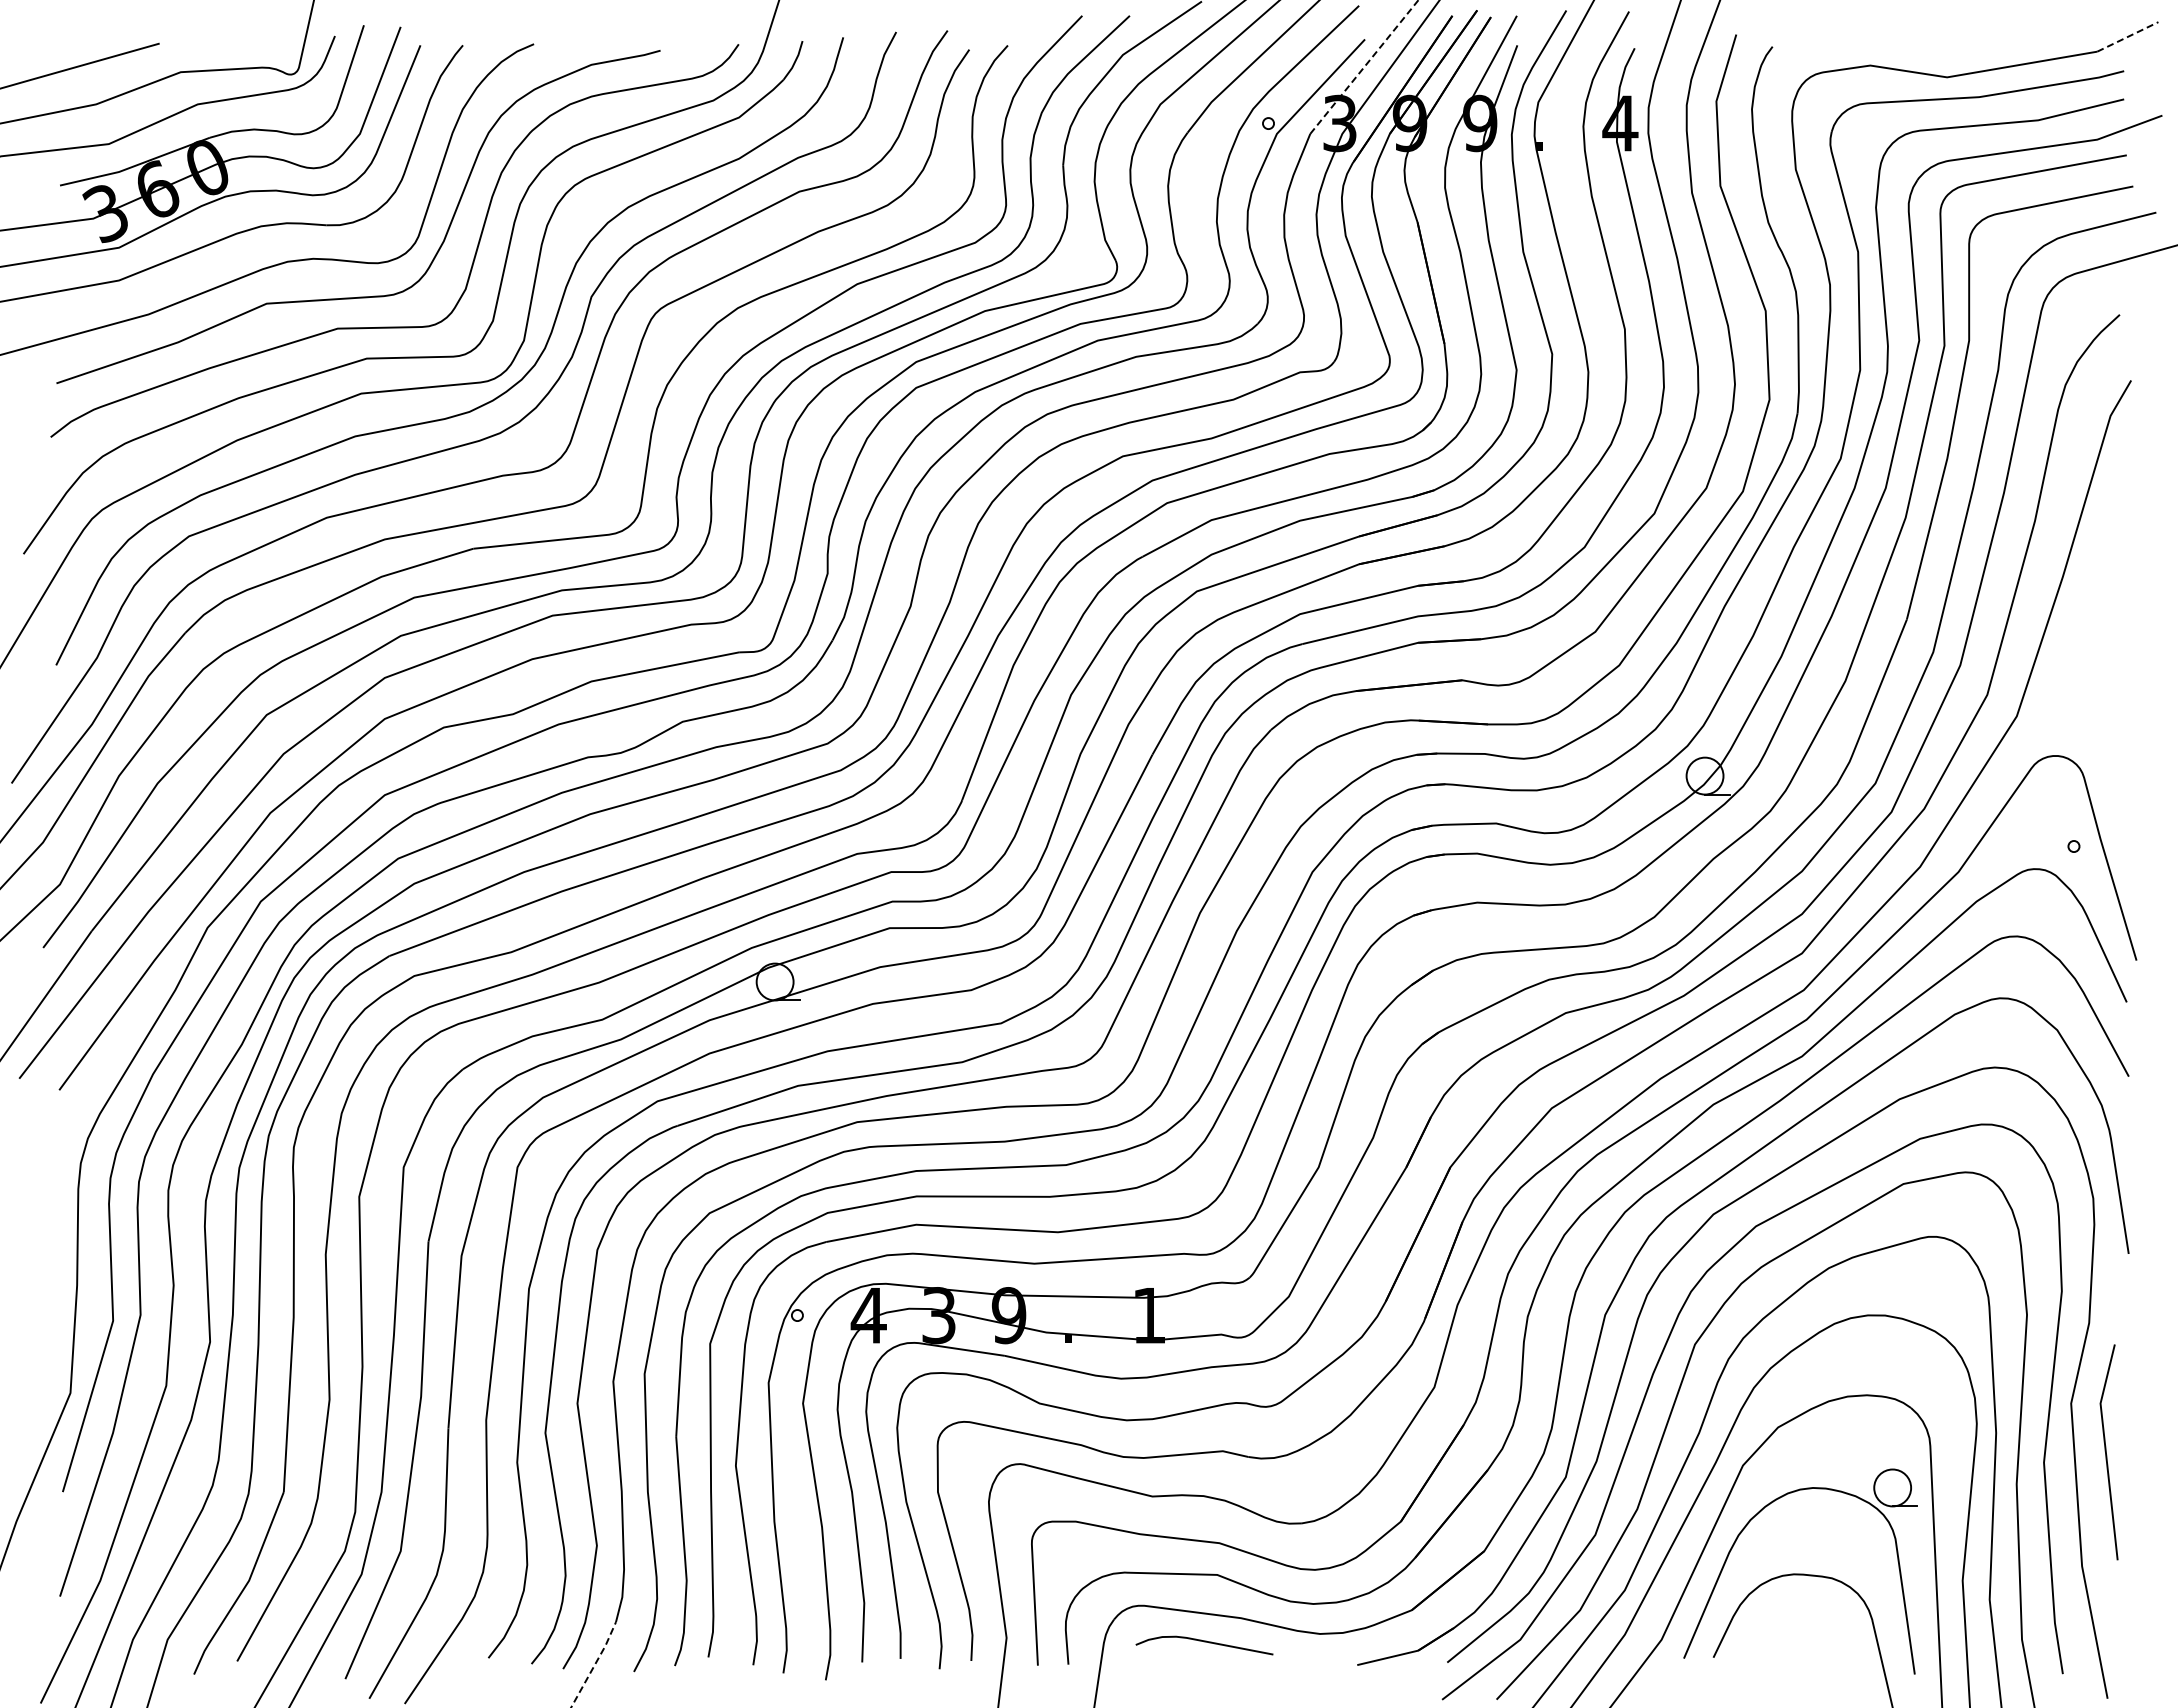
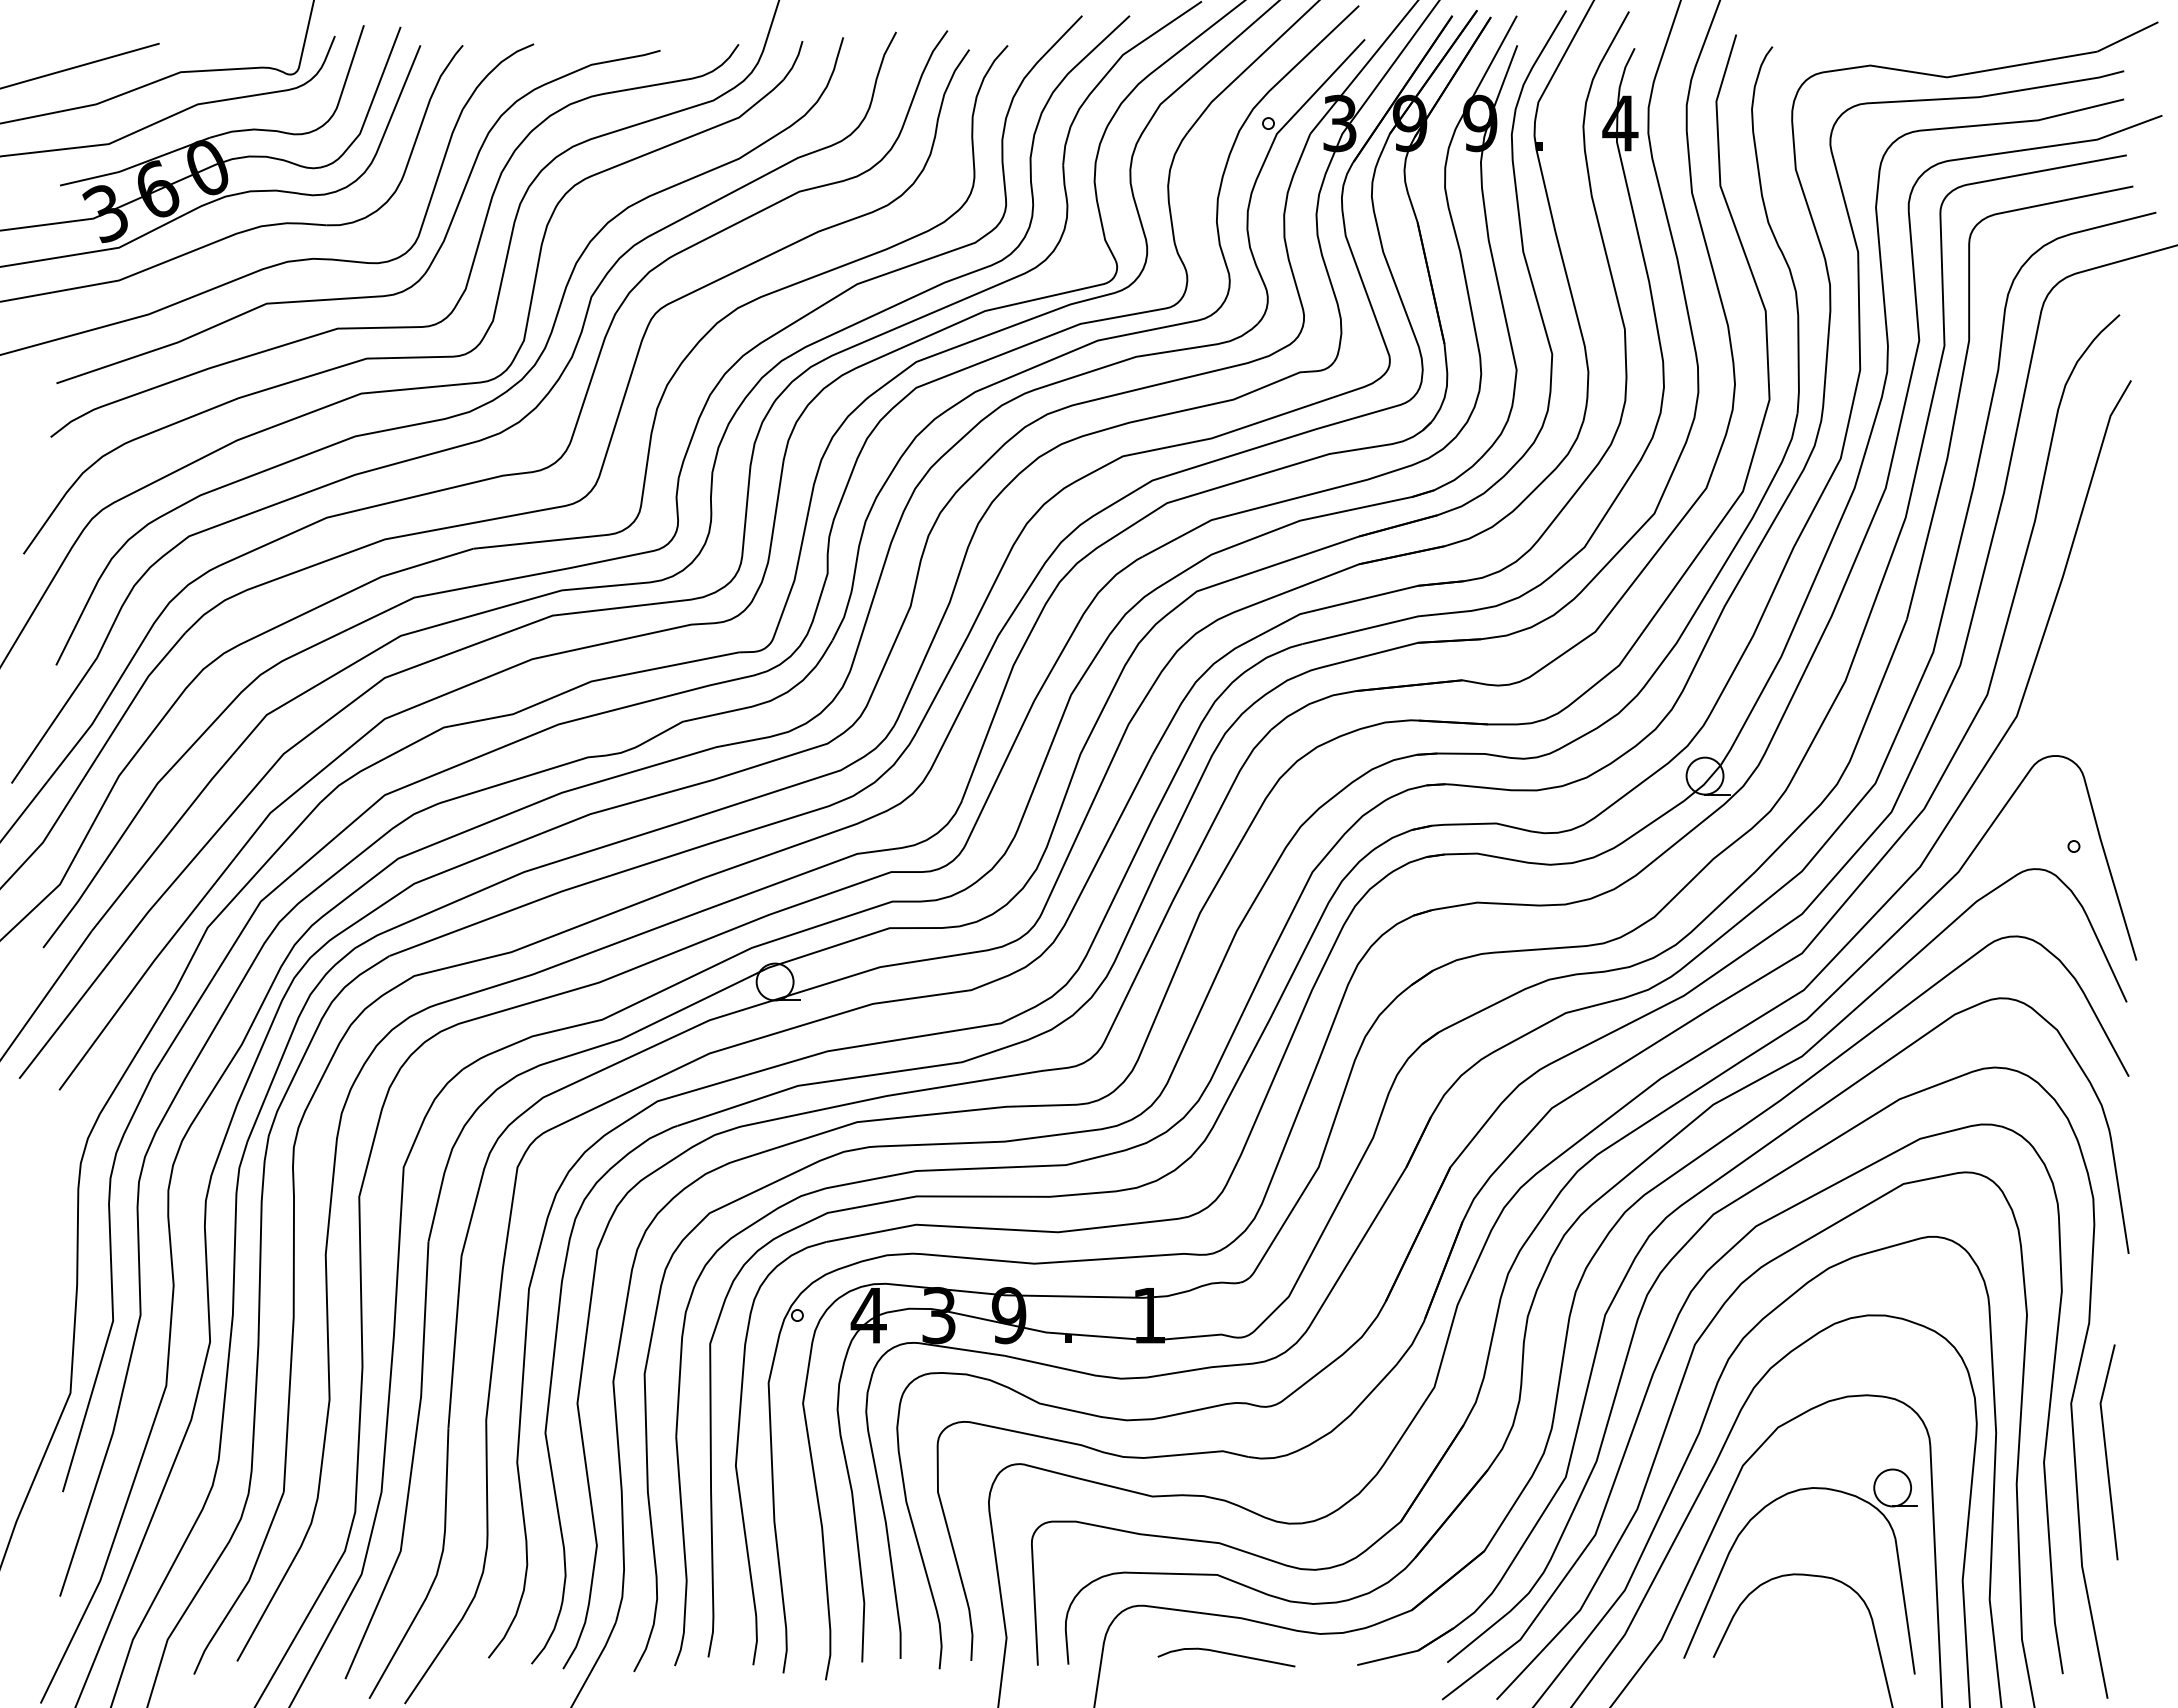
line at (2127, 36): dashed -> solid
line at (1364, 67): dashed -> solid
curve at (1204, 1642) position: (1204, 1642) -> (1226, 1654)
line at (594, 1664): dashed -> solid
